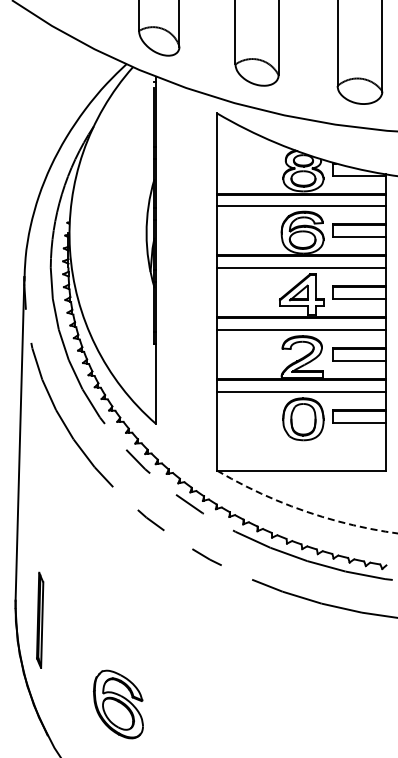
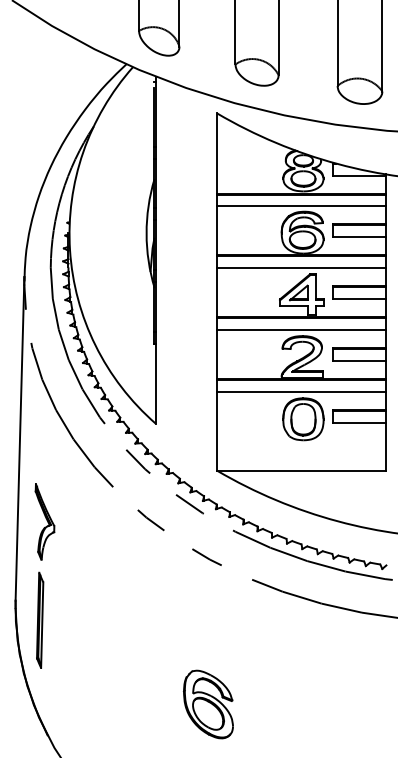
arc at (305, 511): dashed -> solid
part at (44, 521): none -> present
part at (117, 704) position: (117, 704) -> (207, 704)
